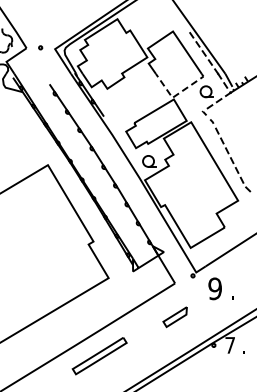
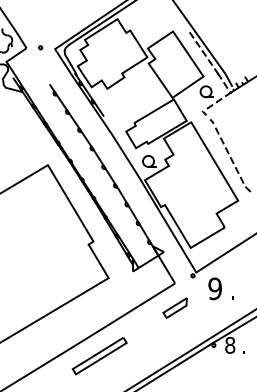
line at (177, 94): dashed -> solid
part at (174, 317) position: (174, 317) -> (174, 308)
text at (230, 344): 7 -> 8
